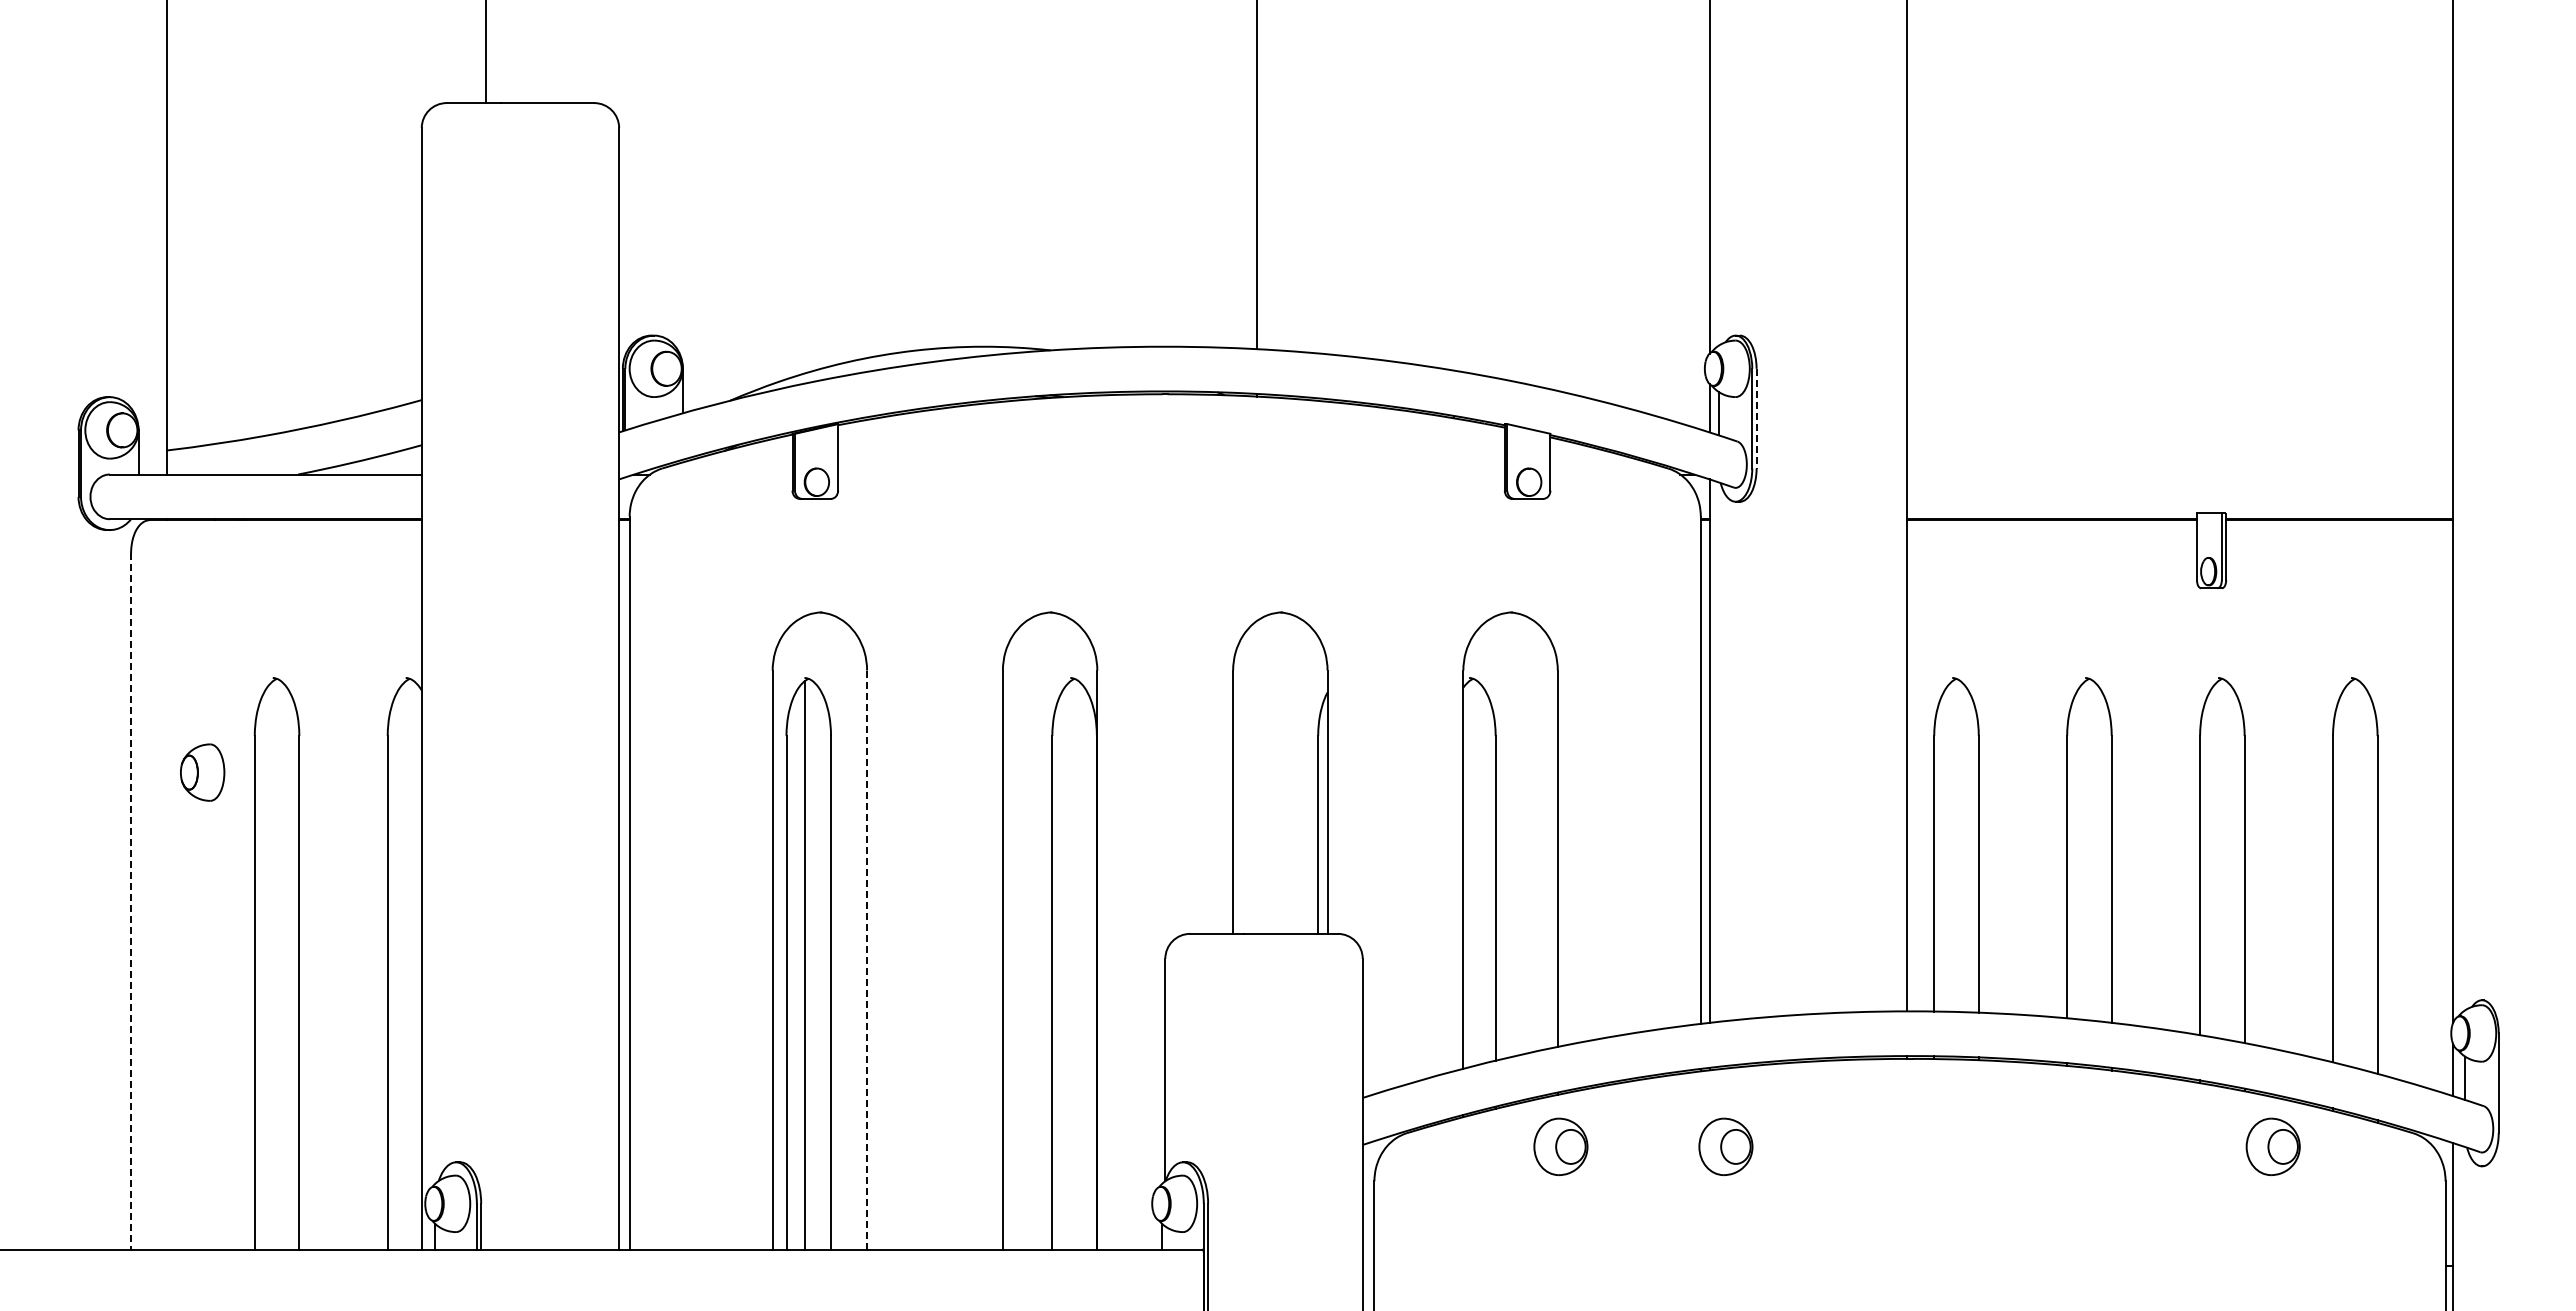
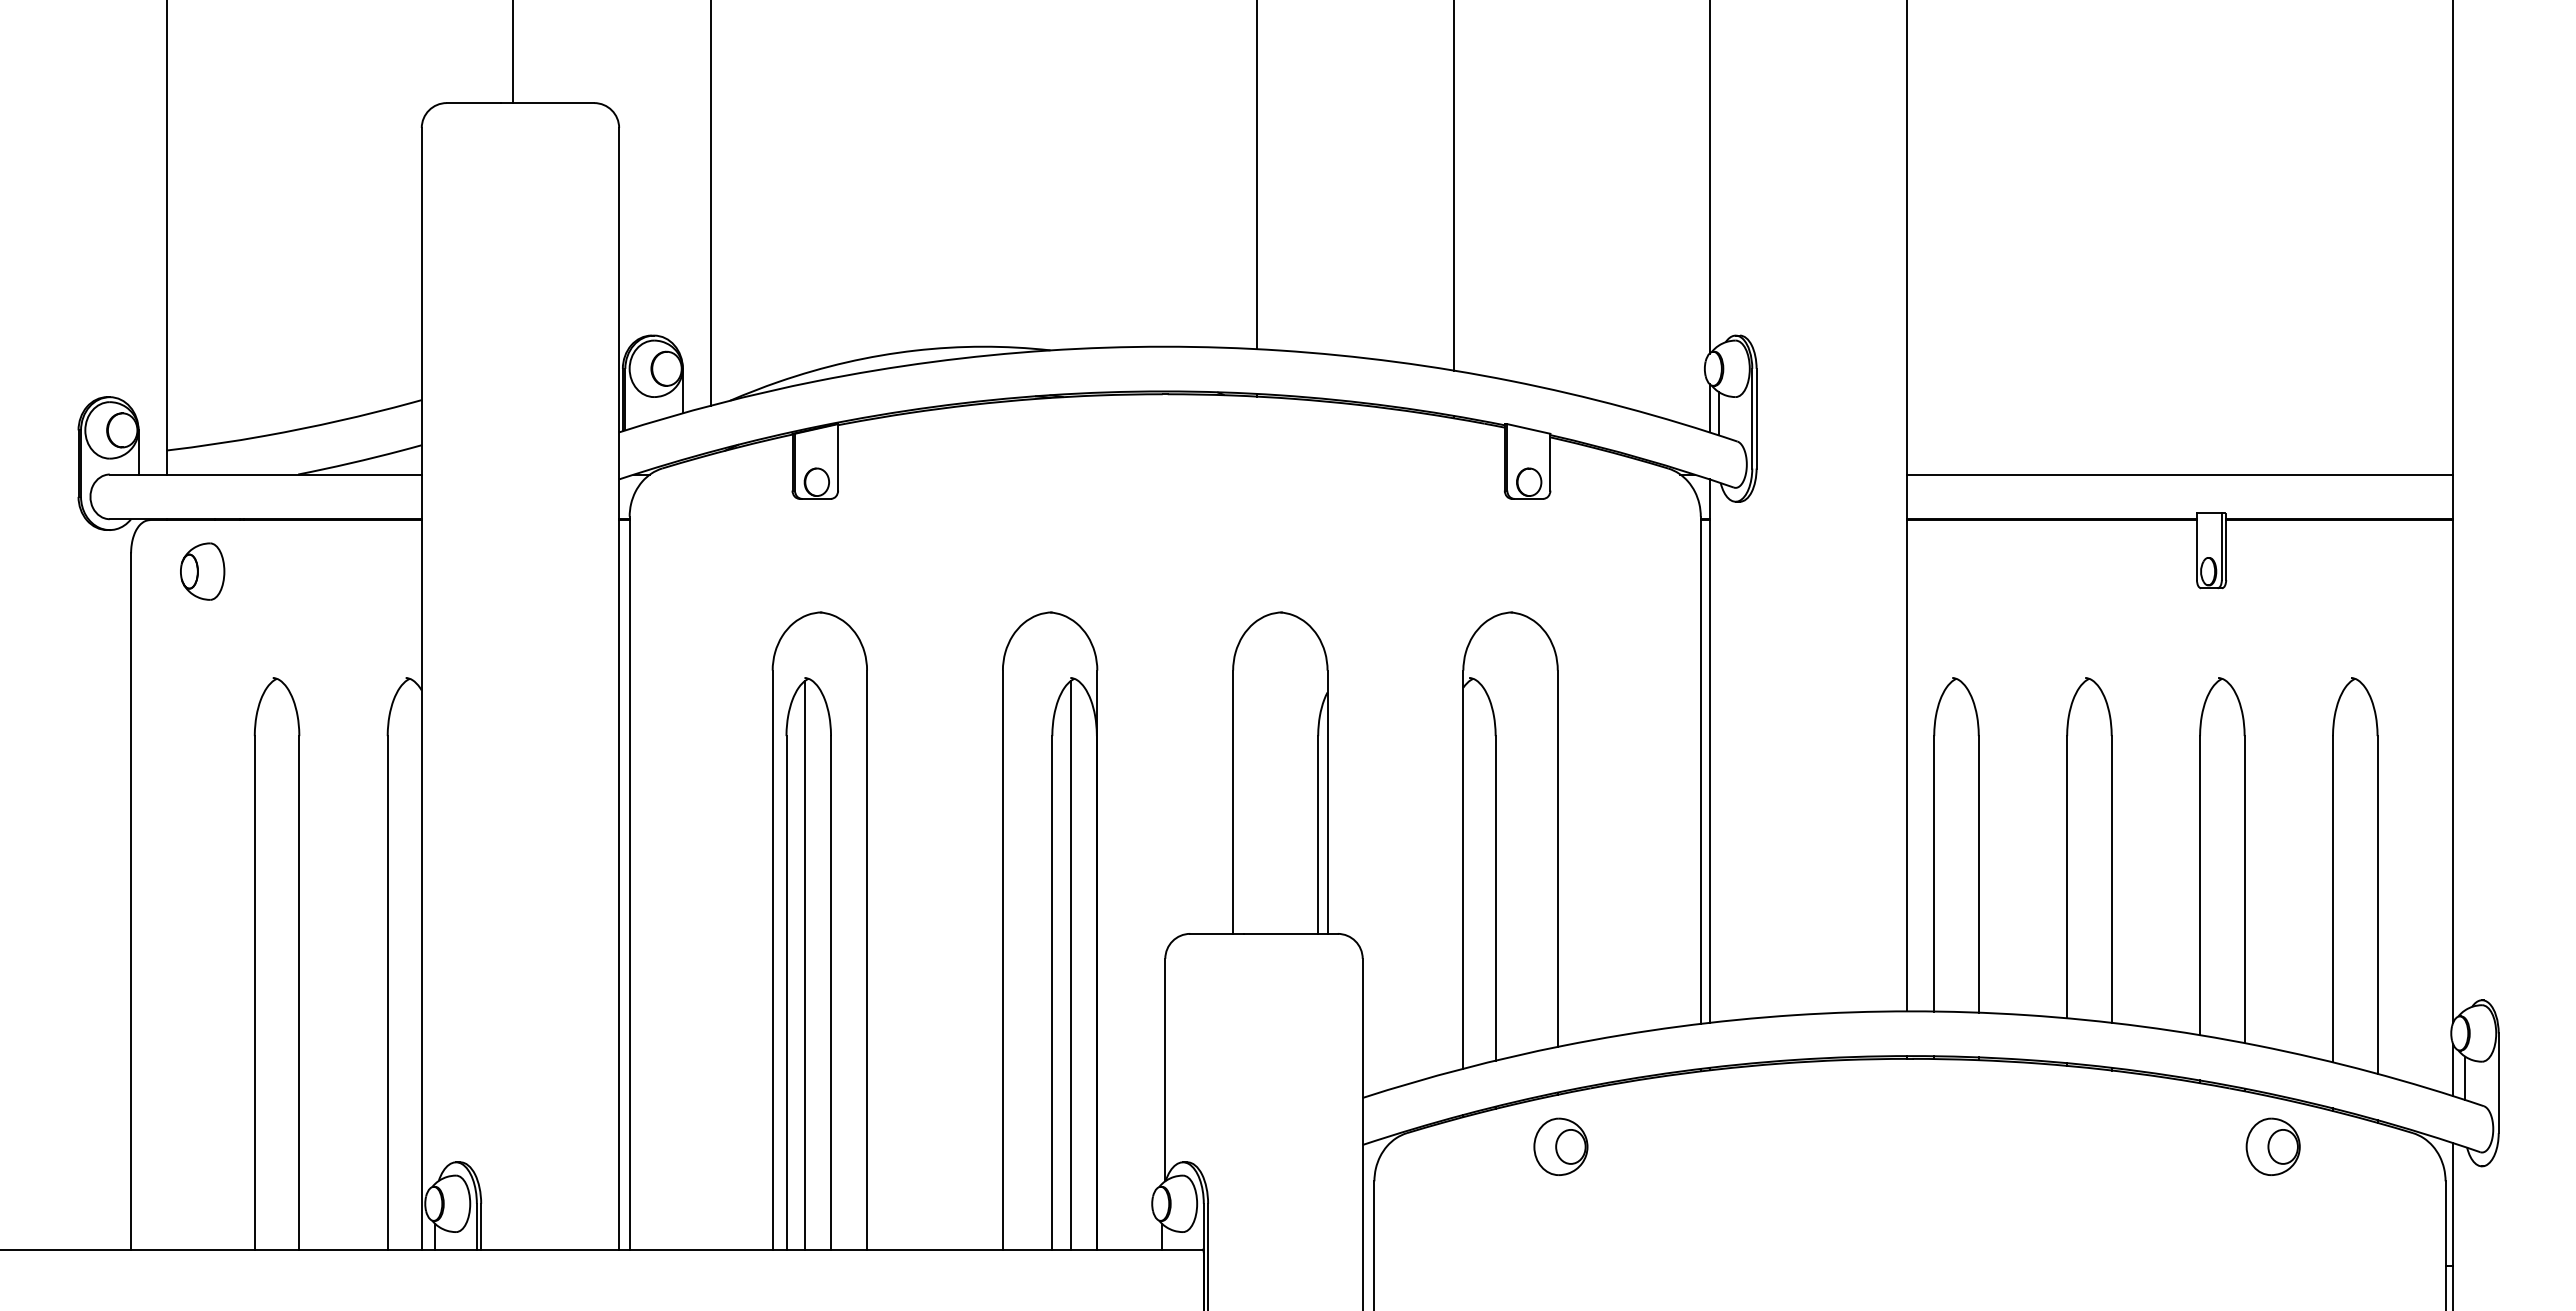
line at (486, 52) position: (486, 52) -> (513, 52)
line at (1454, 186): none -> present
line at (710, 203): none -> present
line at (1756, 418): dashed -> solid
line at (2180, 474): none -> present
part at (202, 772) position: (202, 772) -> (202, 571)
line at (131, 901): dashed -> solid
line at (867, 959): dashed -> solid
line at (1071, 964): none -> present
part at (1725, 1146): present -> none
